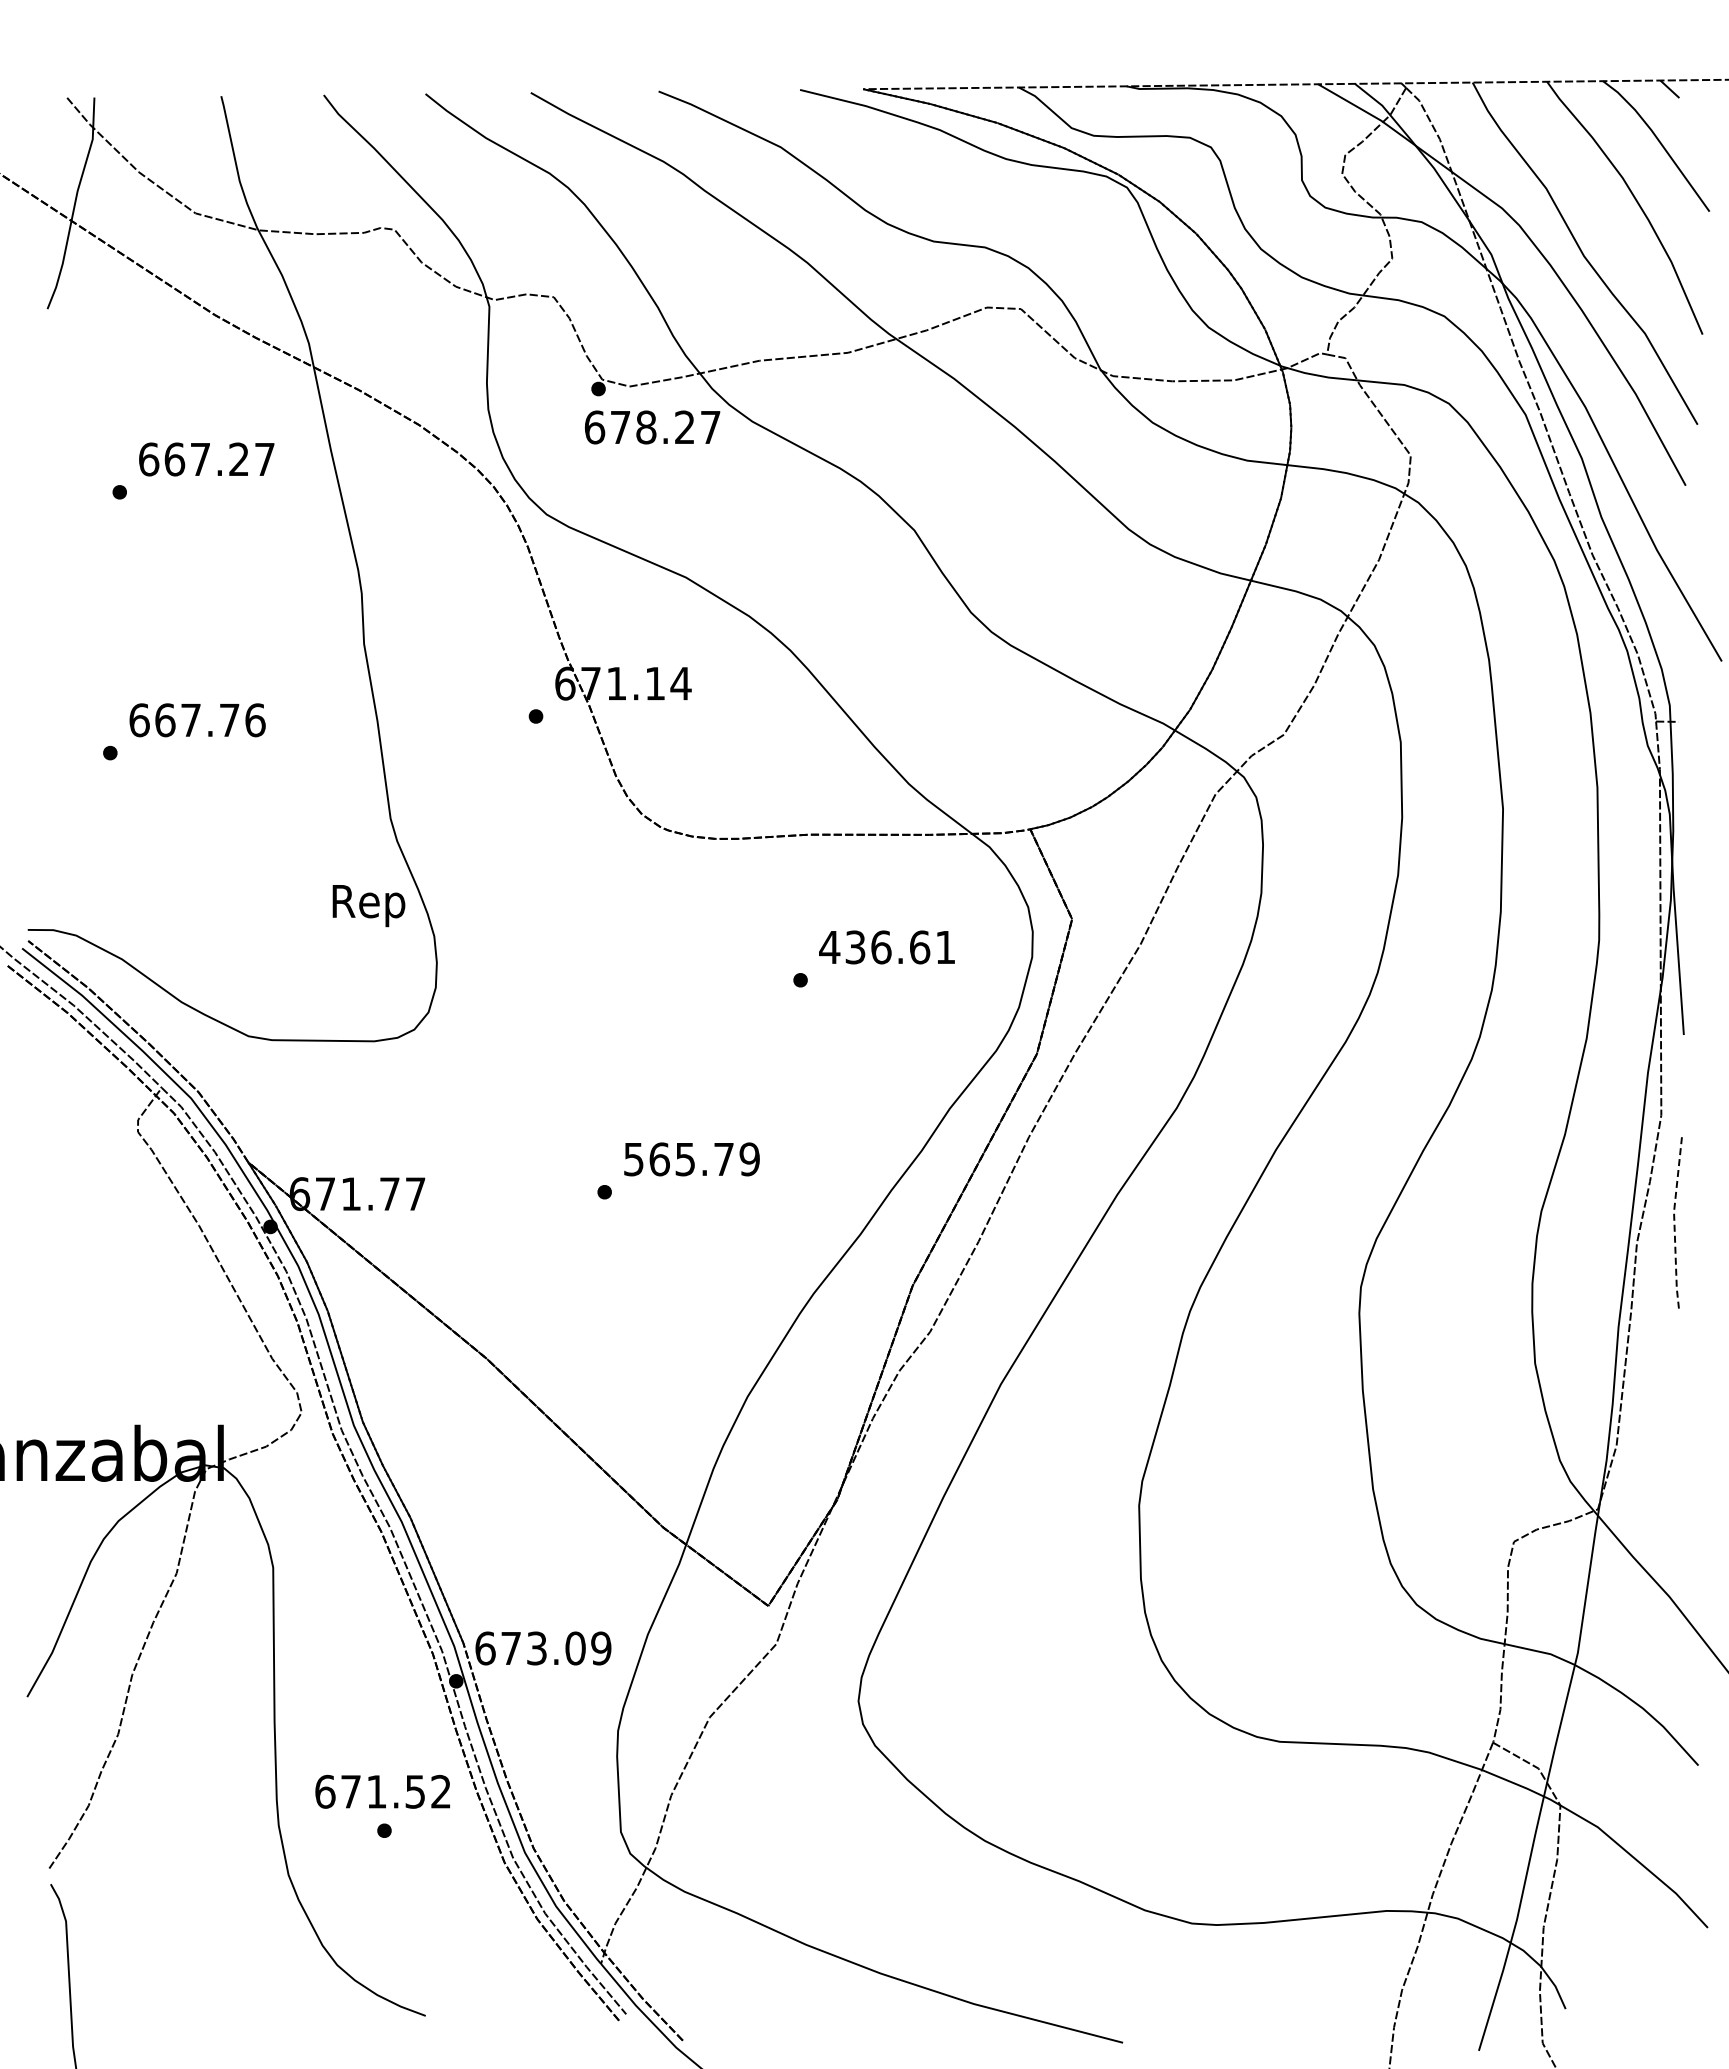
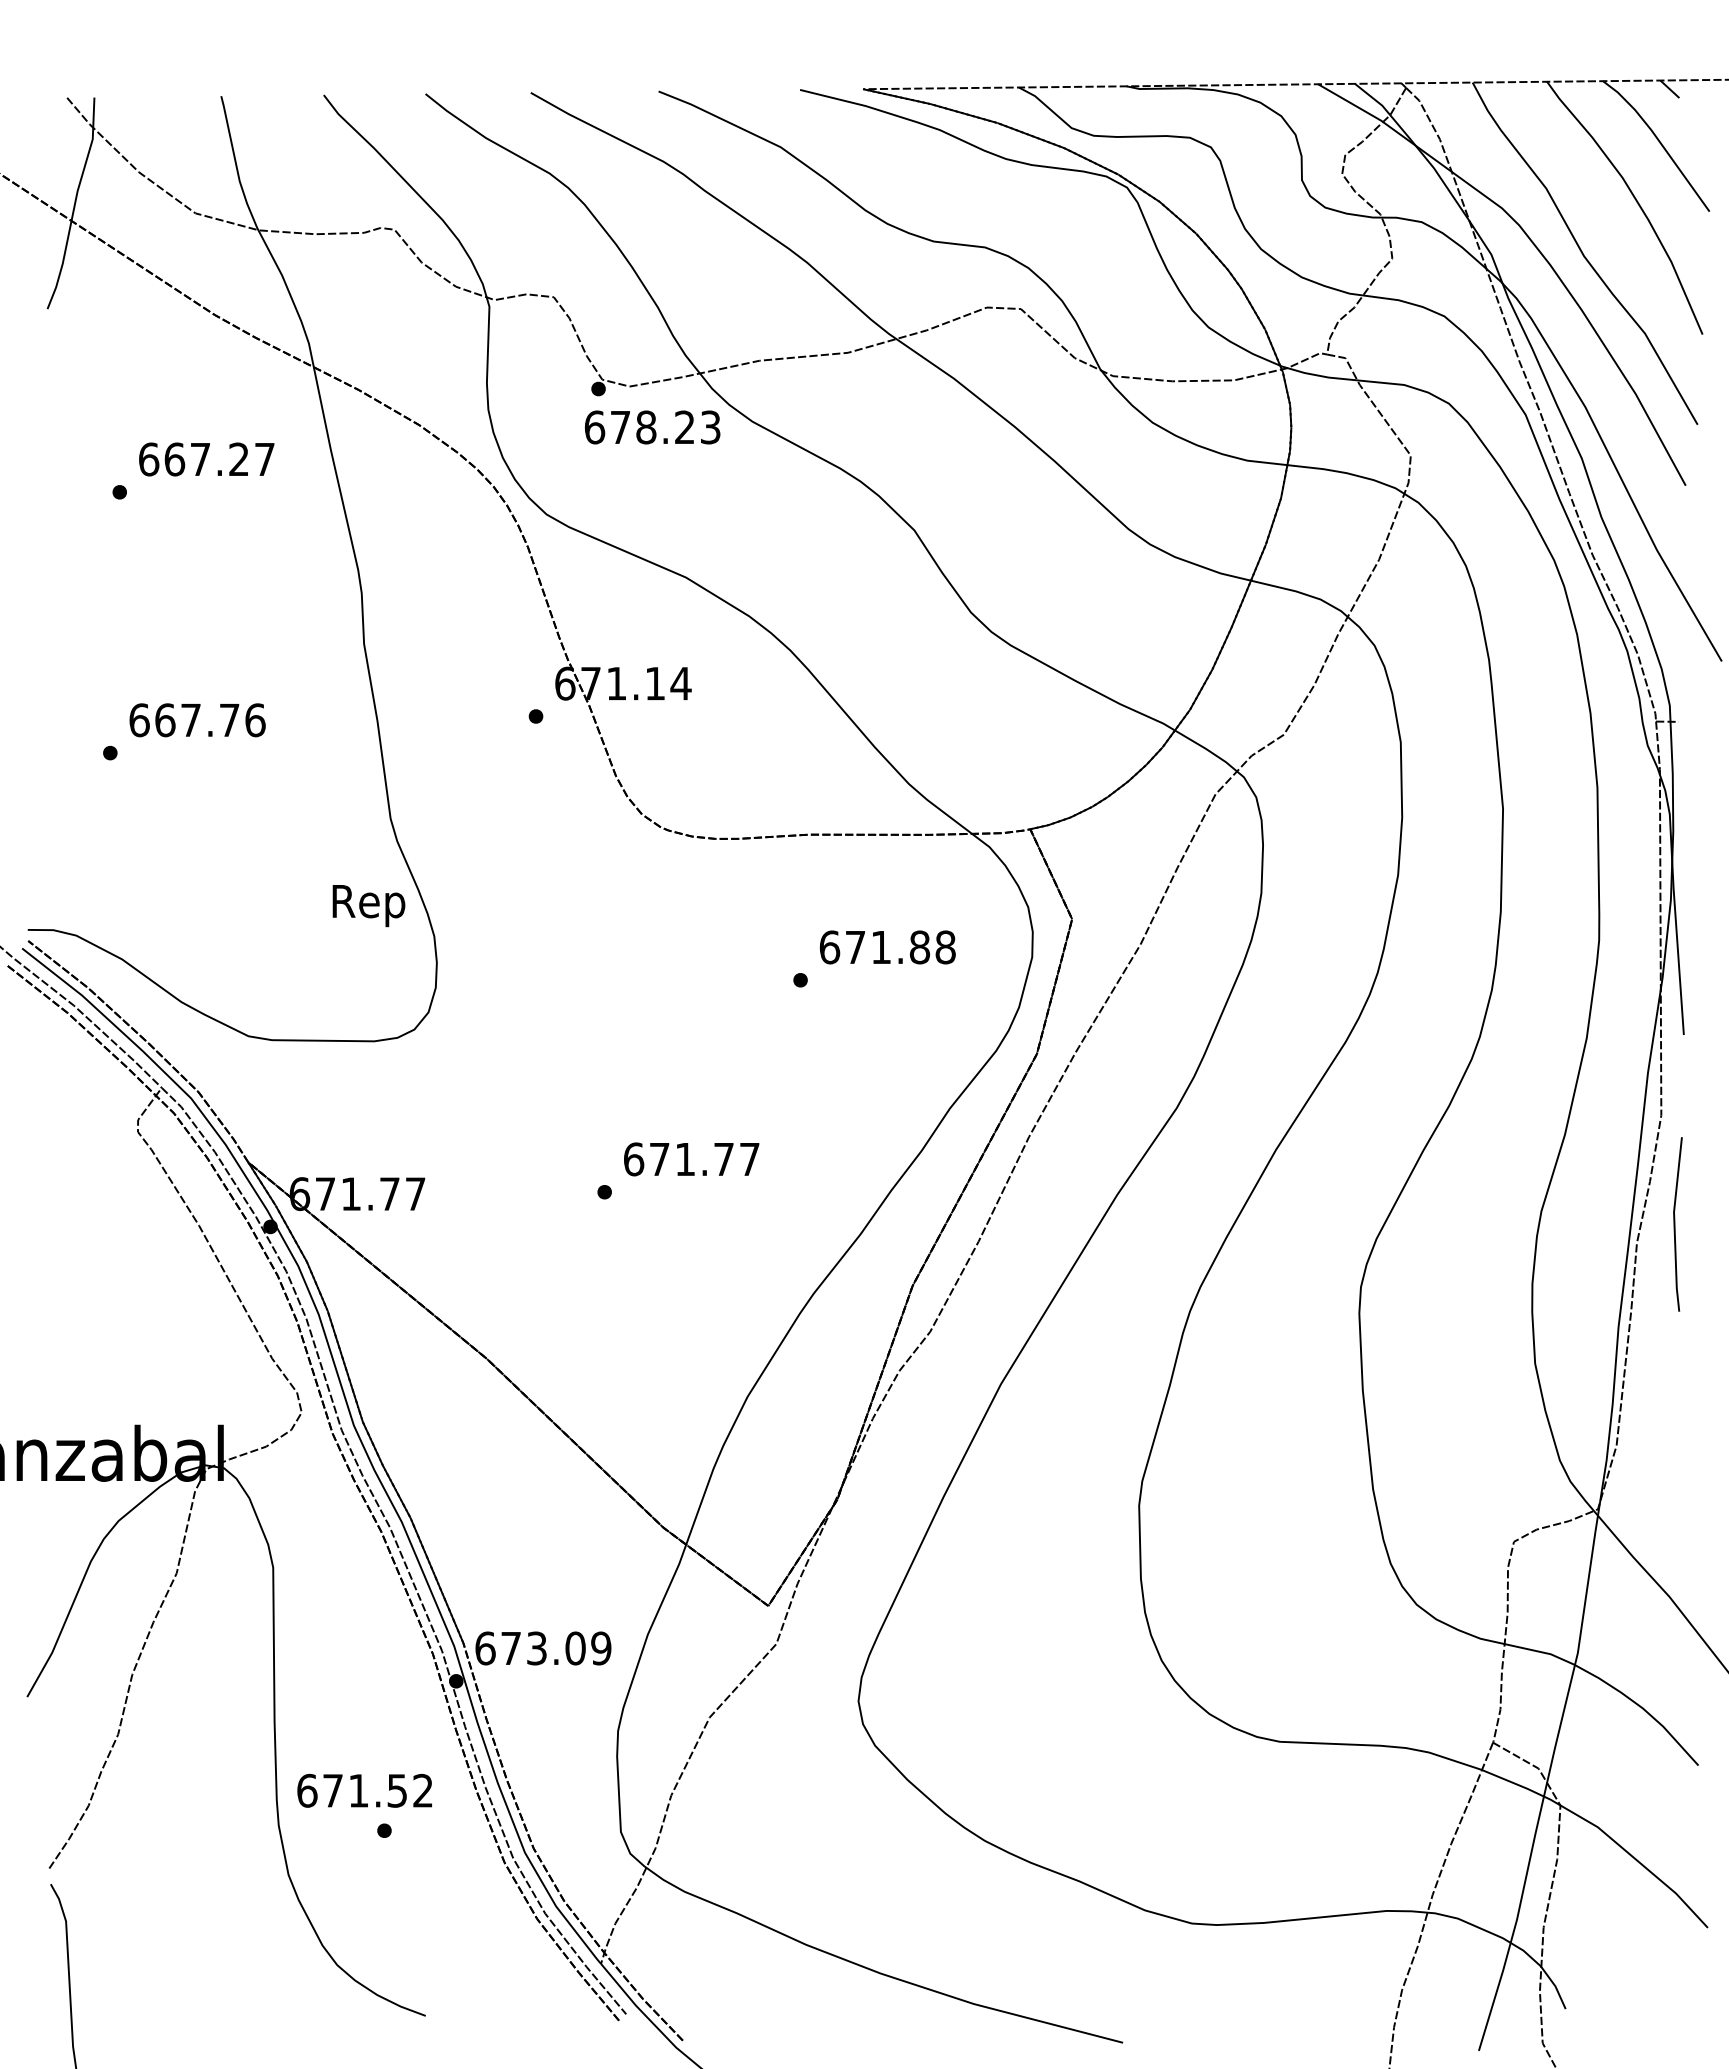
text at (710, 427): 678.27 -> 678.23
text at (887, 947): 436.61 -> 671.88
text at (691, 1159): 565.79 -> 671.77
line at (1674, 1224): dashed -> solid
text at (382, 1791) position: (382, 1791) -> (364, 1790)
